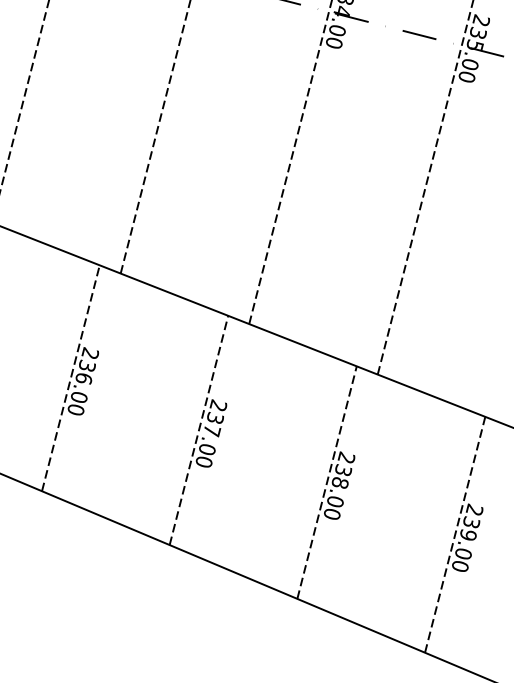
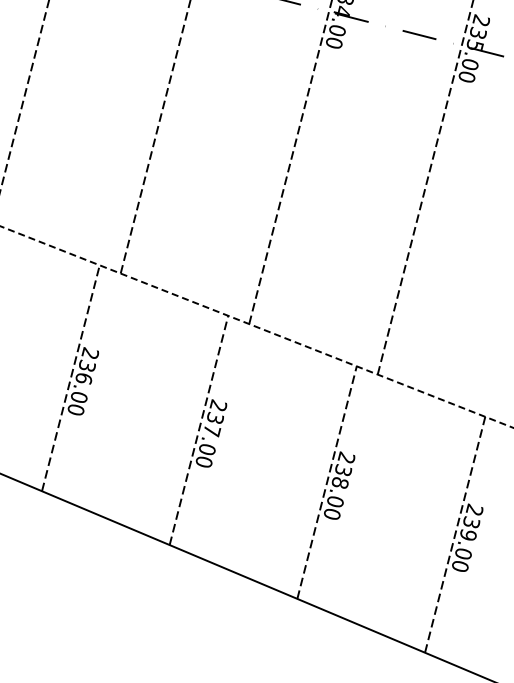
line at (256, 327): solid -> dashed
